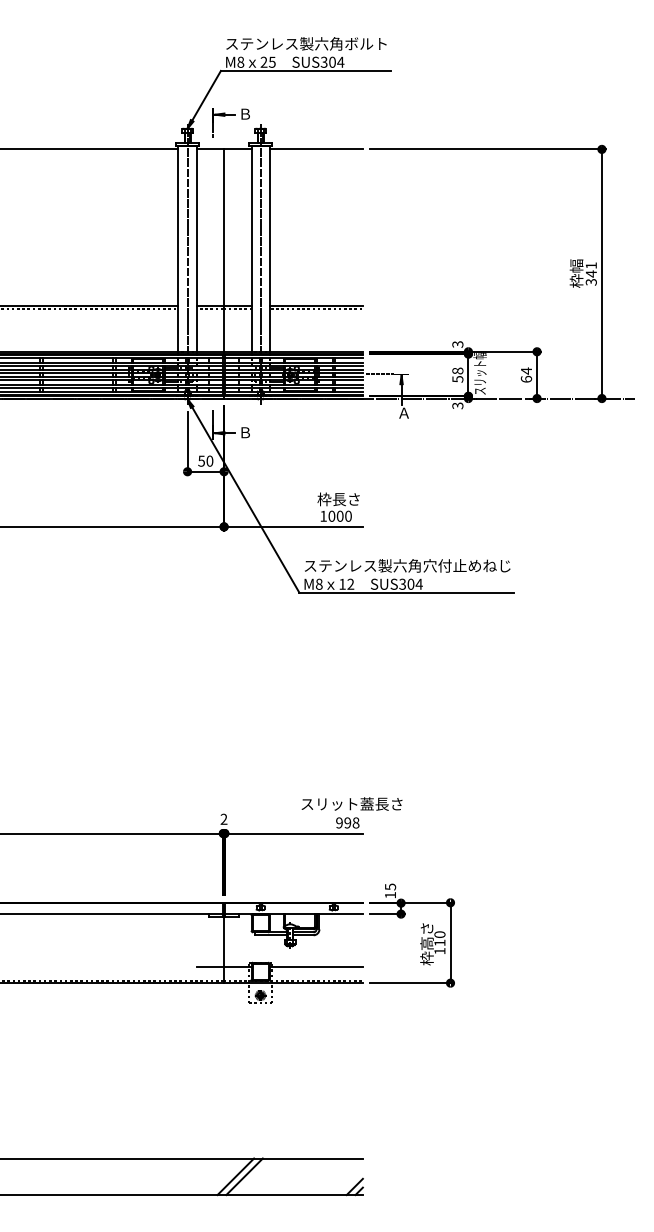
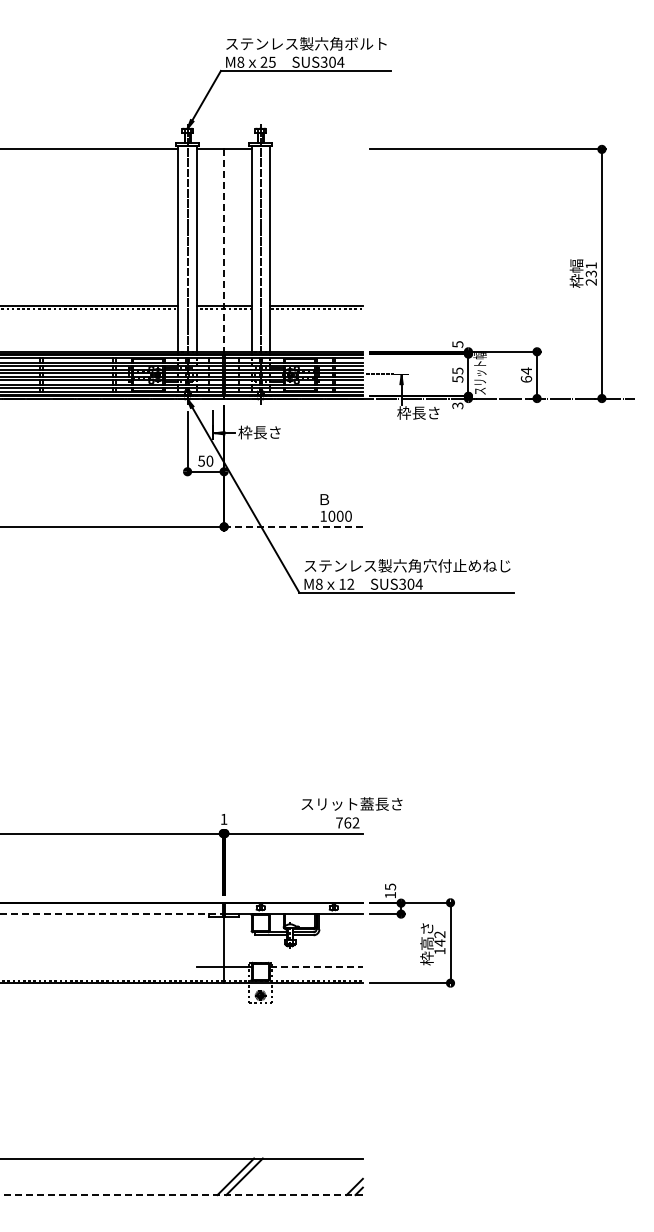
part at (230, 115): present -> none
line at (315, 149): present -> none
line at (224, 252): solid -> dashed
text at (590, 277): 341 -> 231
text at (457, 344): 3 -> 5
text at (457, 370): 58 -> 55
text at (418, 412): Ａ -> 枠長さ
text at (259, 432): Ｂ -> 枠長さ
text at (338, 499): 枠長さ -> Ｂ
line at (294, 526): solid -> dashed
text at (223, 818): 2 -> 1
text at (347, 822): 998 -> 762
line at (112, 914): solid -> dashed
text at (439, 938): 110 -> 142
line at (316, 967): solid -> dashed
line at (182, 1195): solid -> dashed
